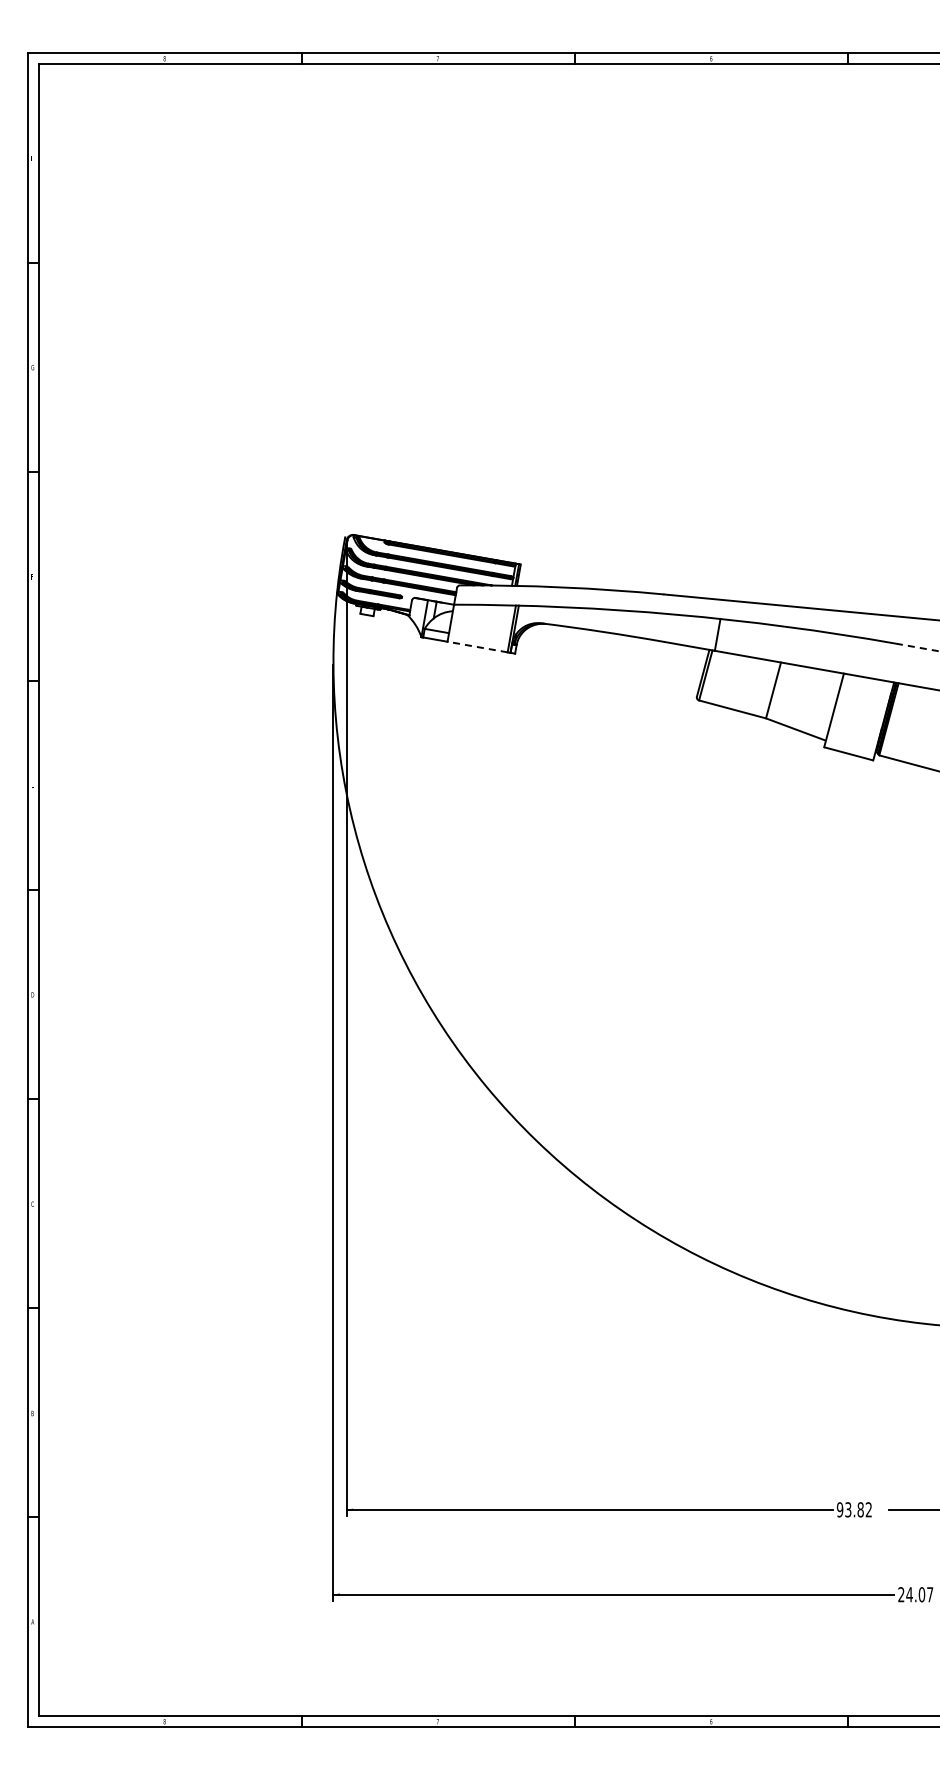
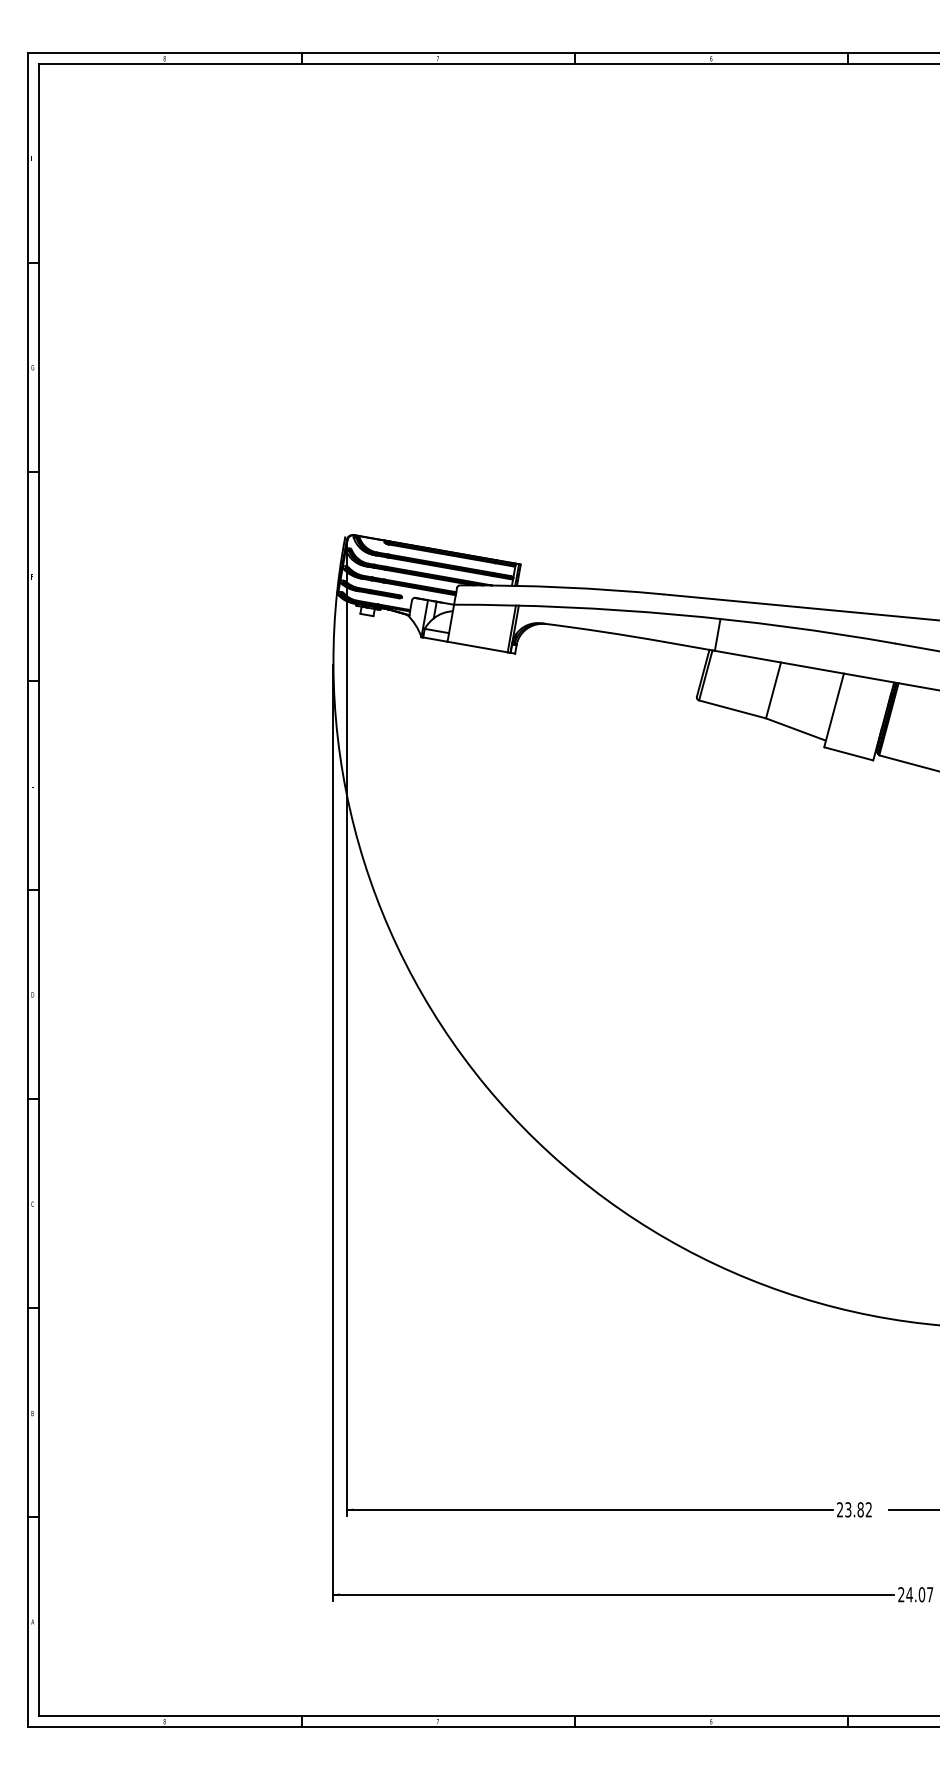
line at (477, 647): dashed -> solid
line at (918, 647): dashed -> solid
text at (839, 1509): 93.82 -> 23.82
